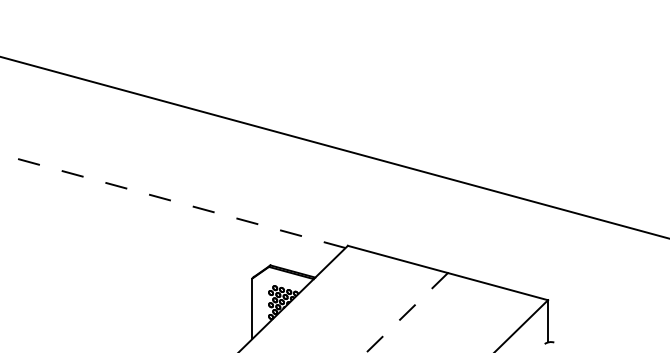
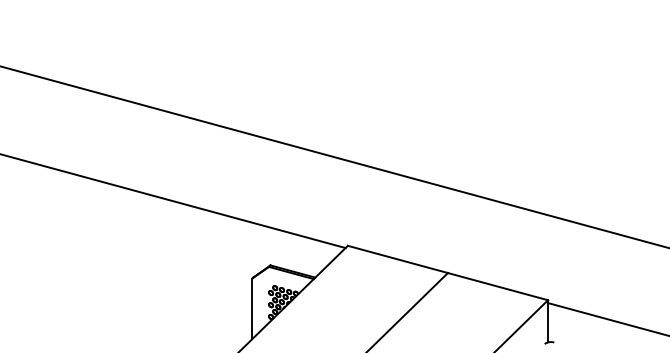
line at (334, 147) position: (334, 147) -> (334, 156)
line at (172, 201): dashed -> solid
line at (407, 312): dashed -> solid
line at (607, 319): none -> present
